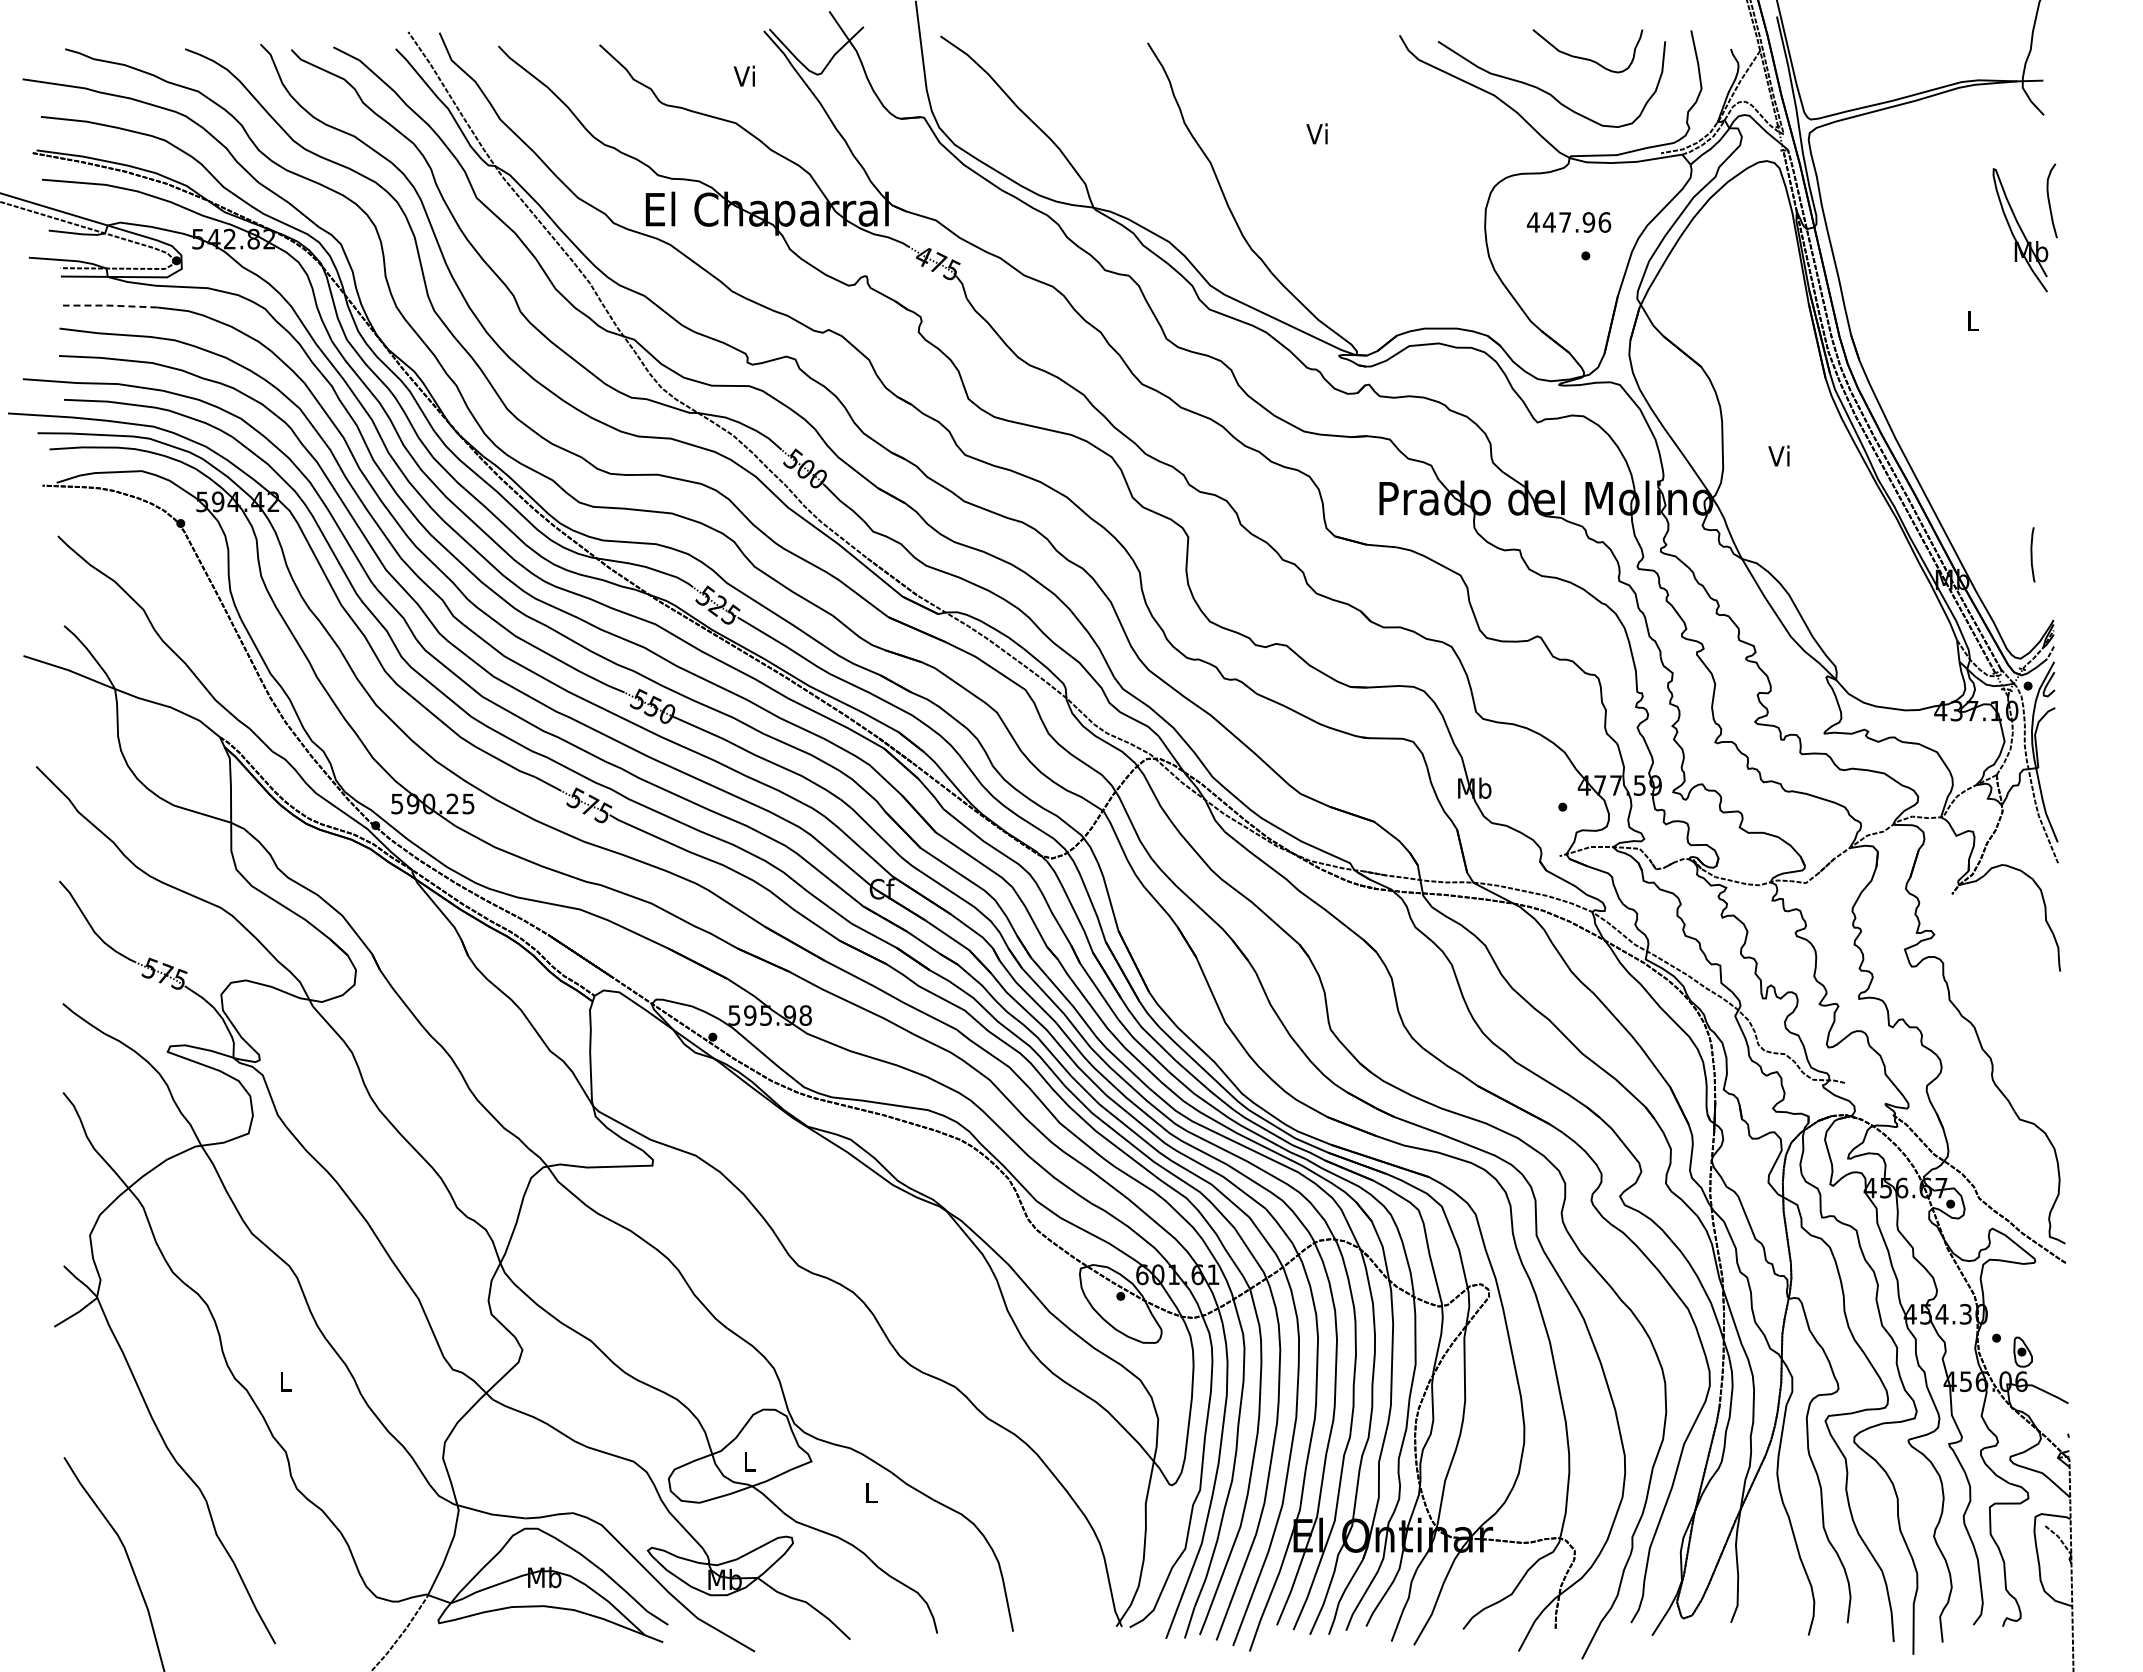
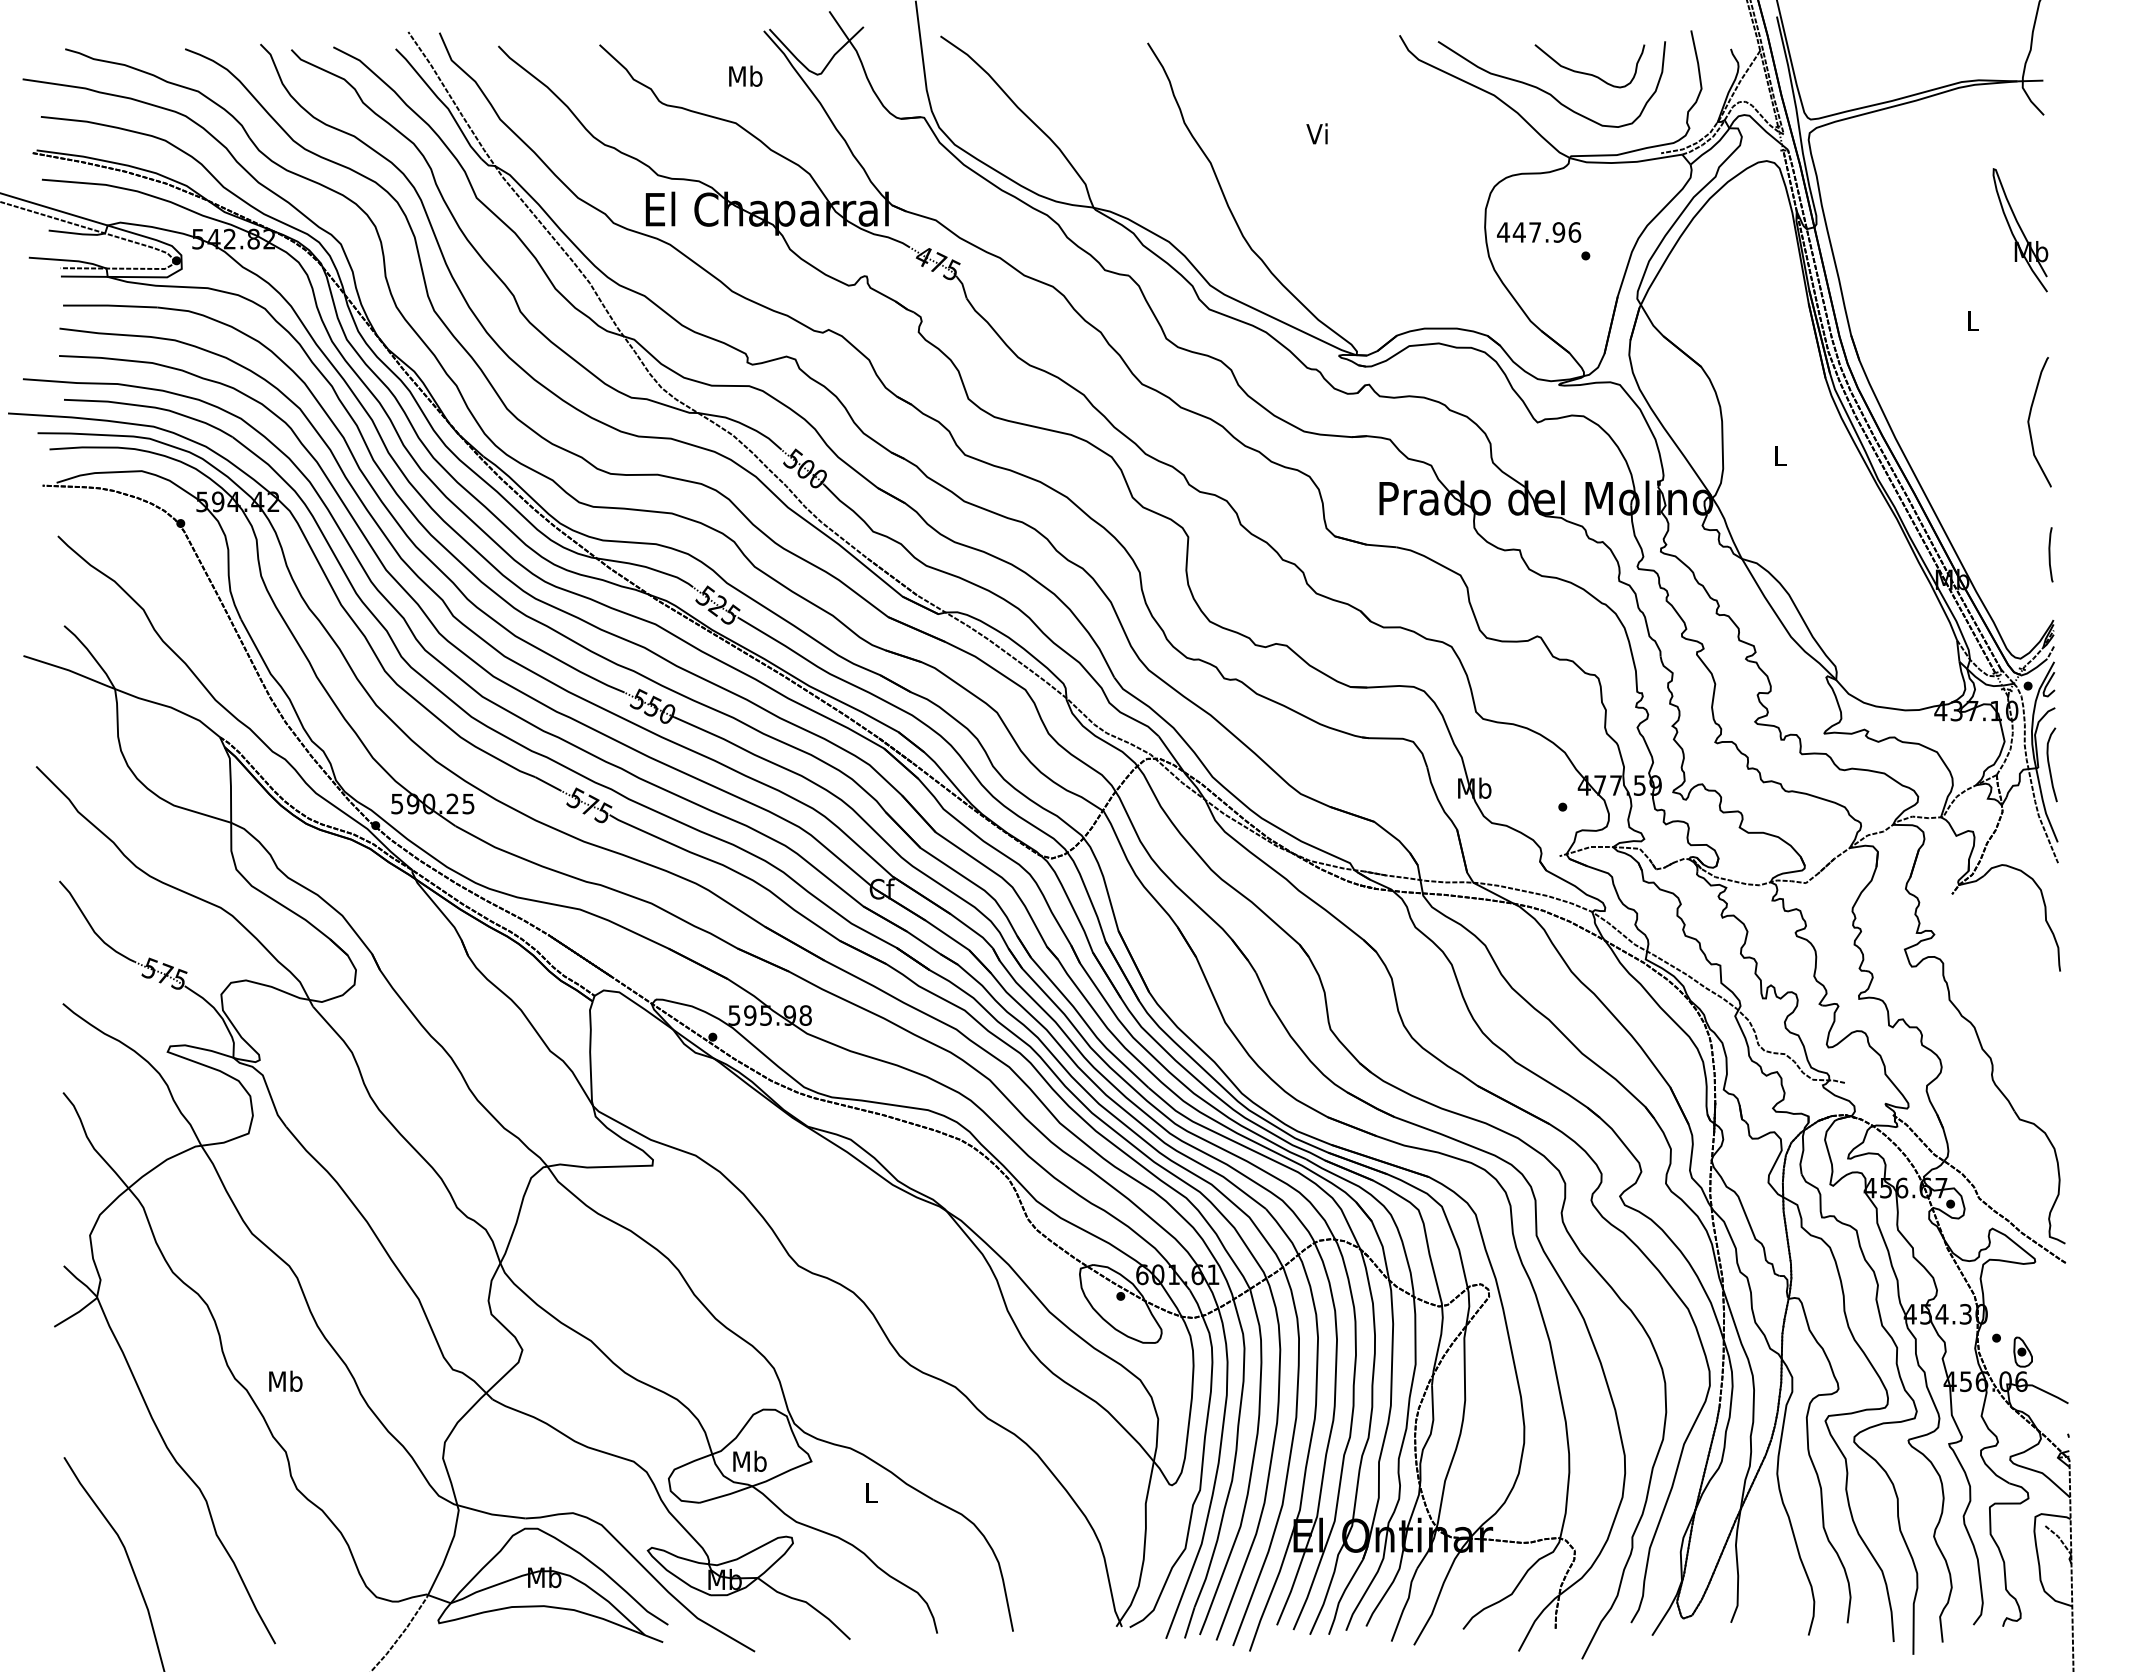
curve at (1587, 58) position: (1587, 58) -> (1589, 73)
text at (745, 75): Vi -> Mb
curve at (2049, 200) position: (2049, 200) -> (2049, 764)
text at (1569, 222) position: (1569, 222) -> (1539, 232)
line at (109, 305): dashed -> solid
curve at (2029, 422): none -> present
text at (1778, 455): Vi -> L
curve at (2032, 554) position: (2032, 554) -> (2050, 554)
text at (285, 1380): L -> Mb
text at (749, 1460): L -> Mb
